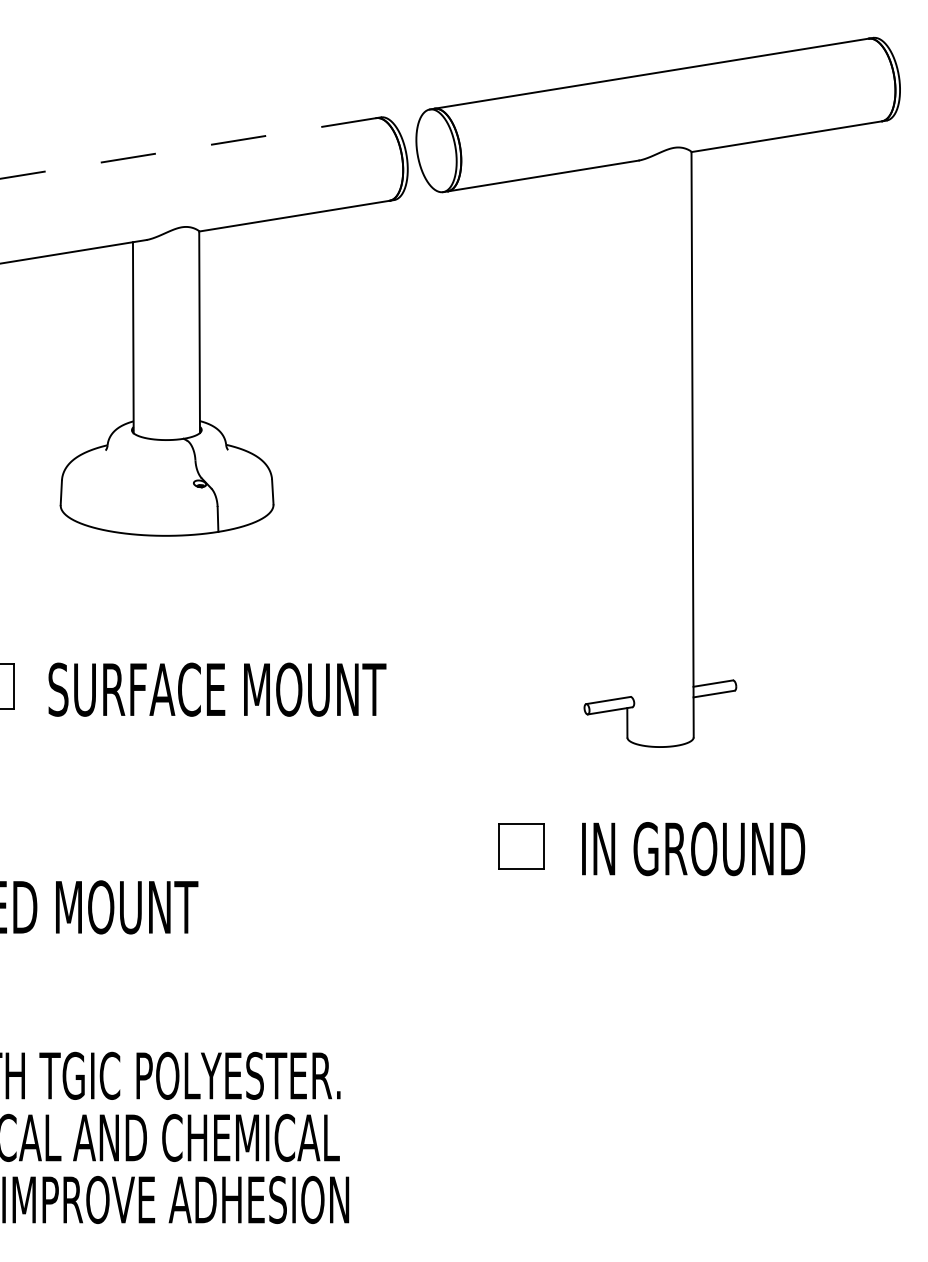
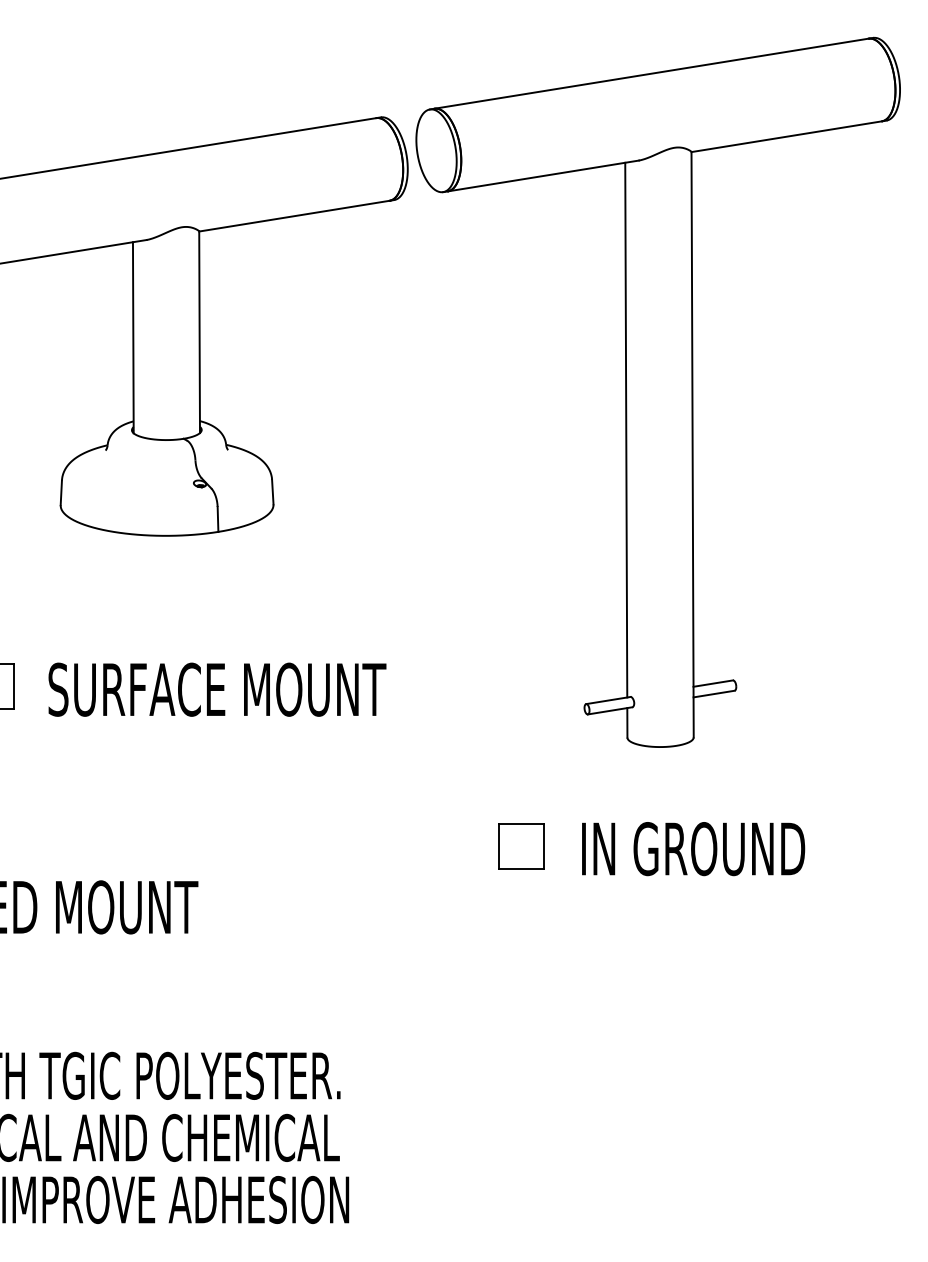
line at (187, 148): dashed -> solid
line at (626, 429): none -> present
